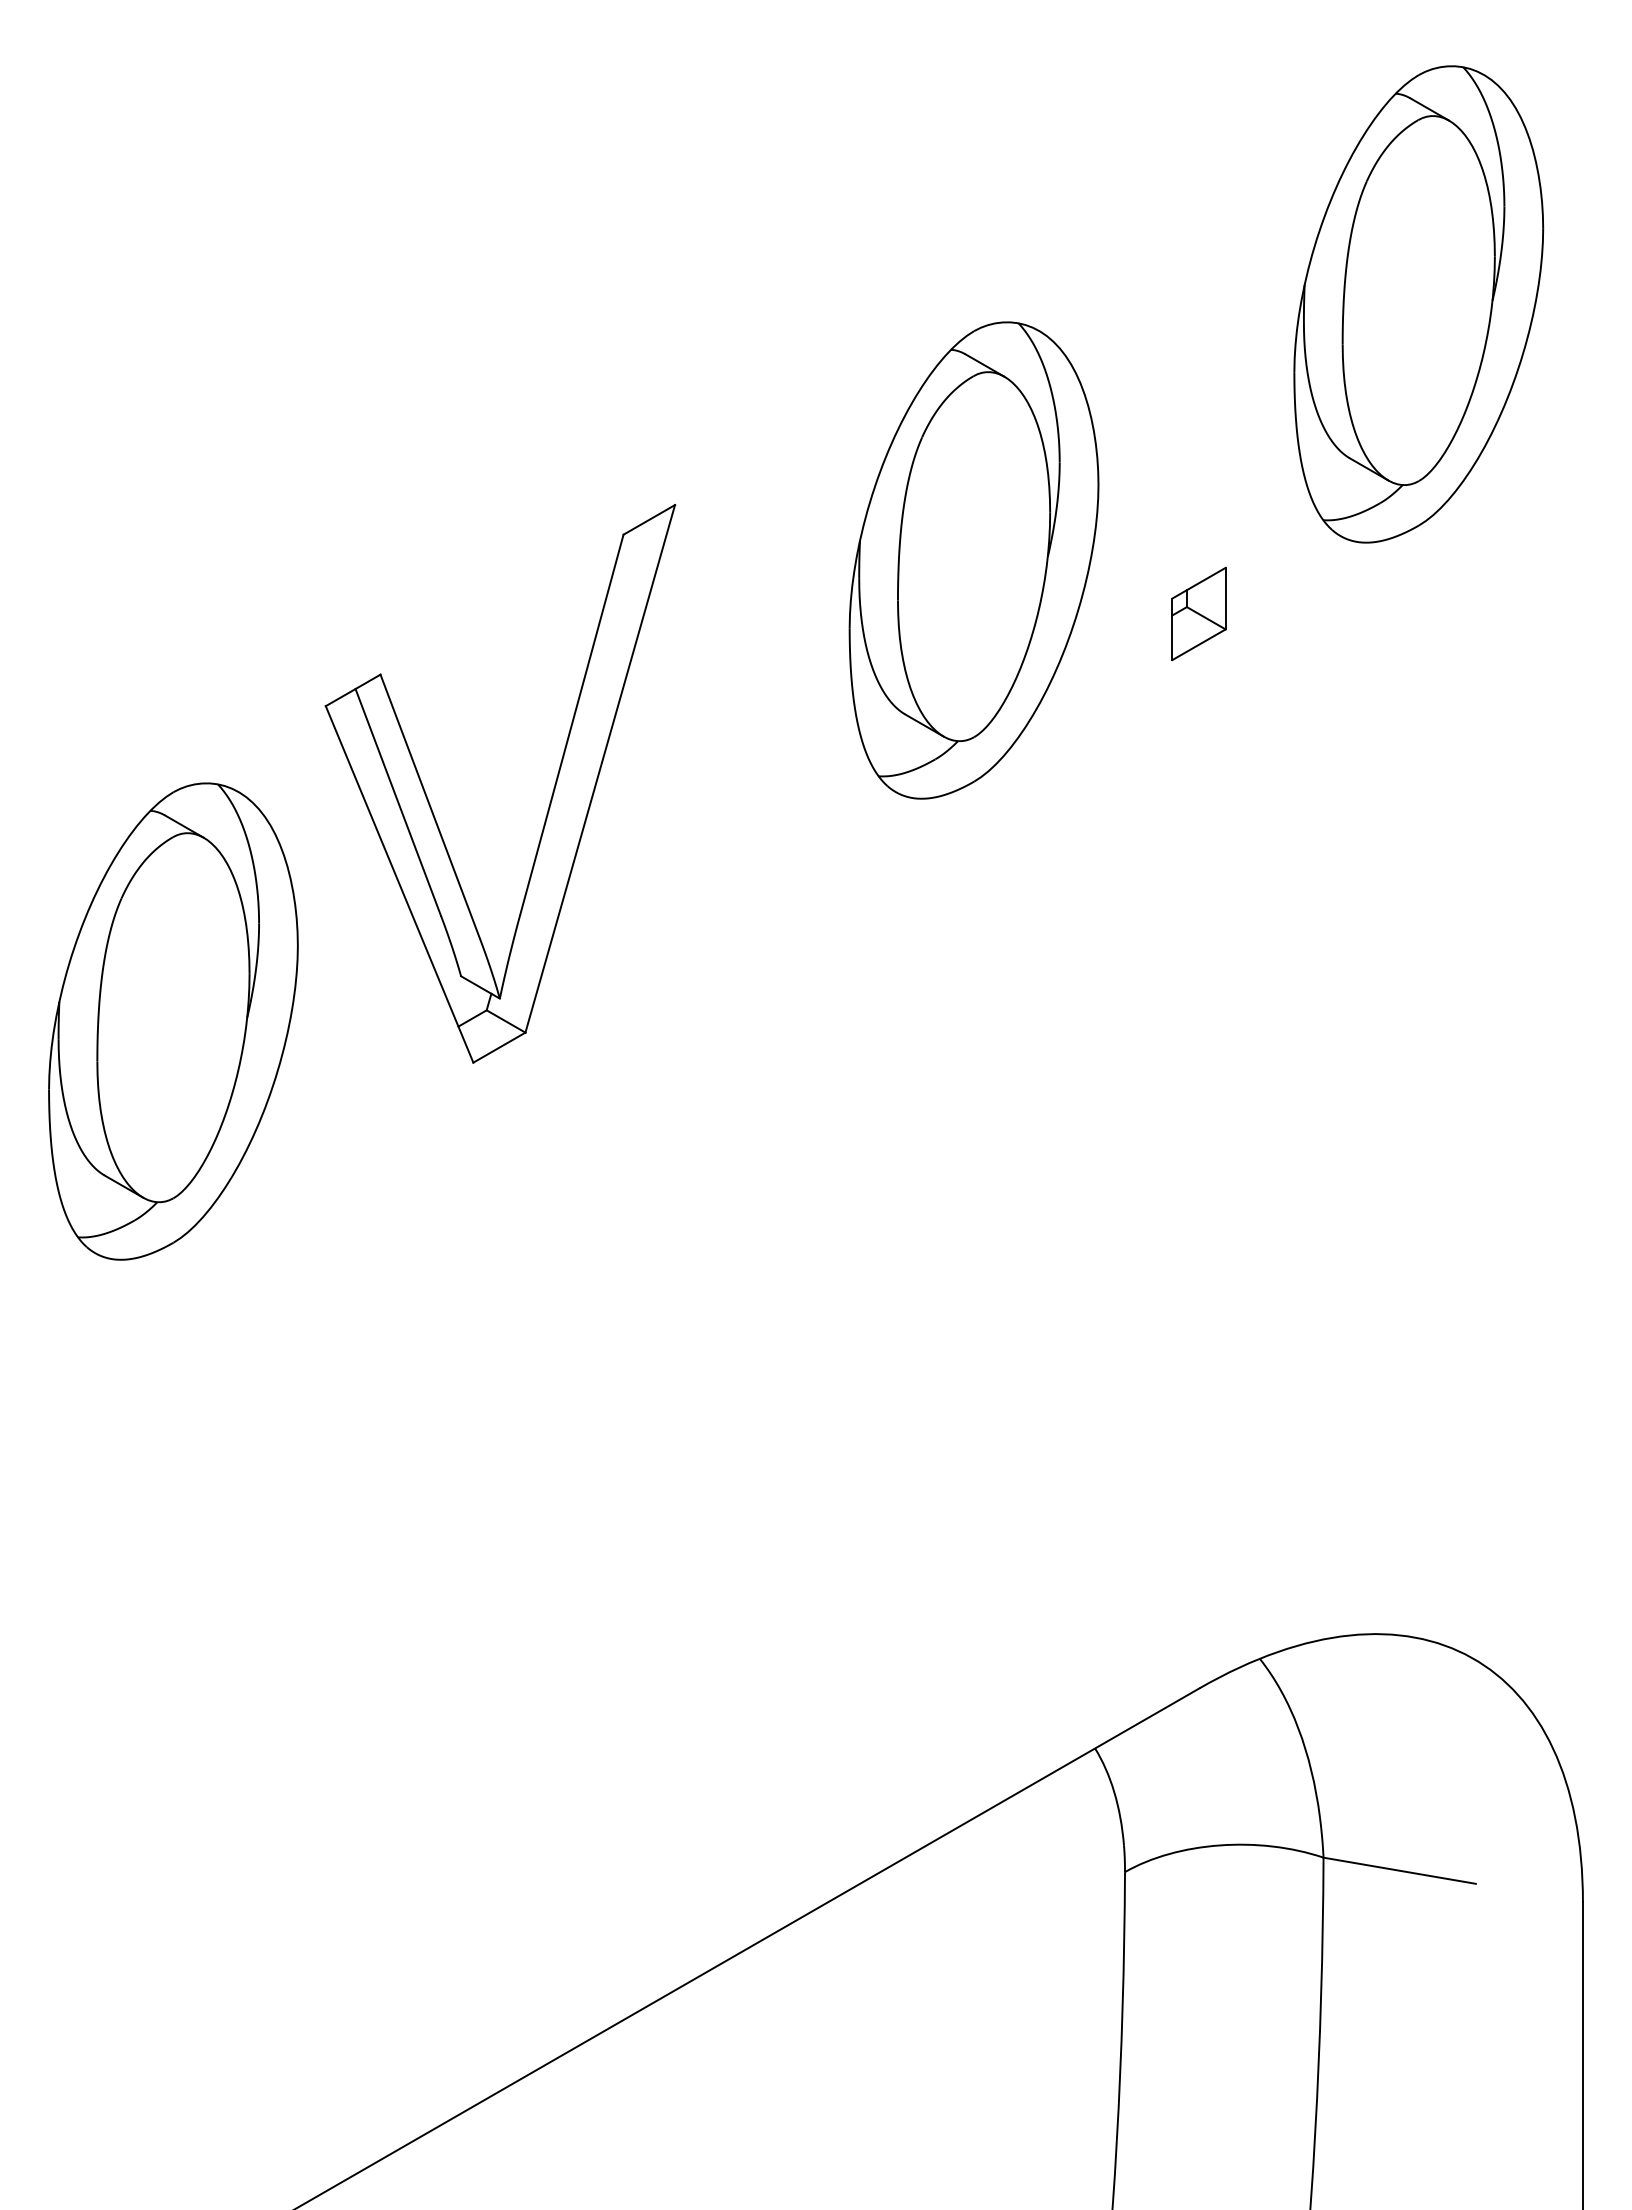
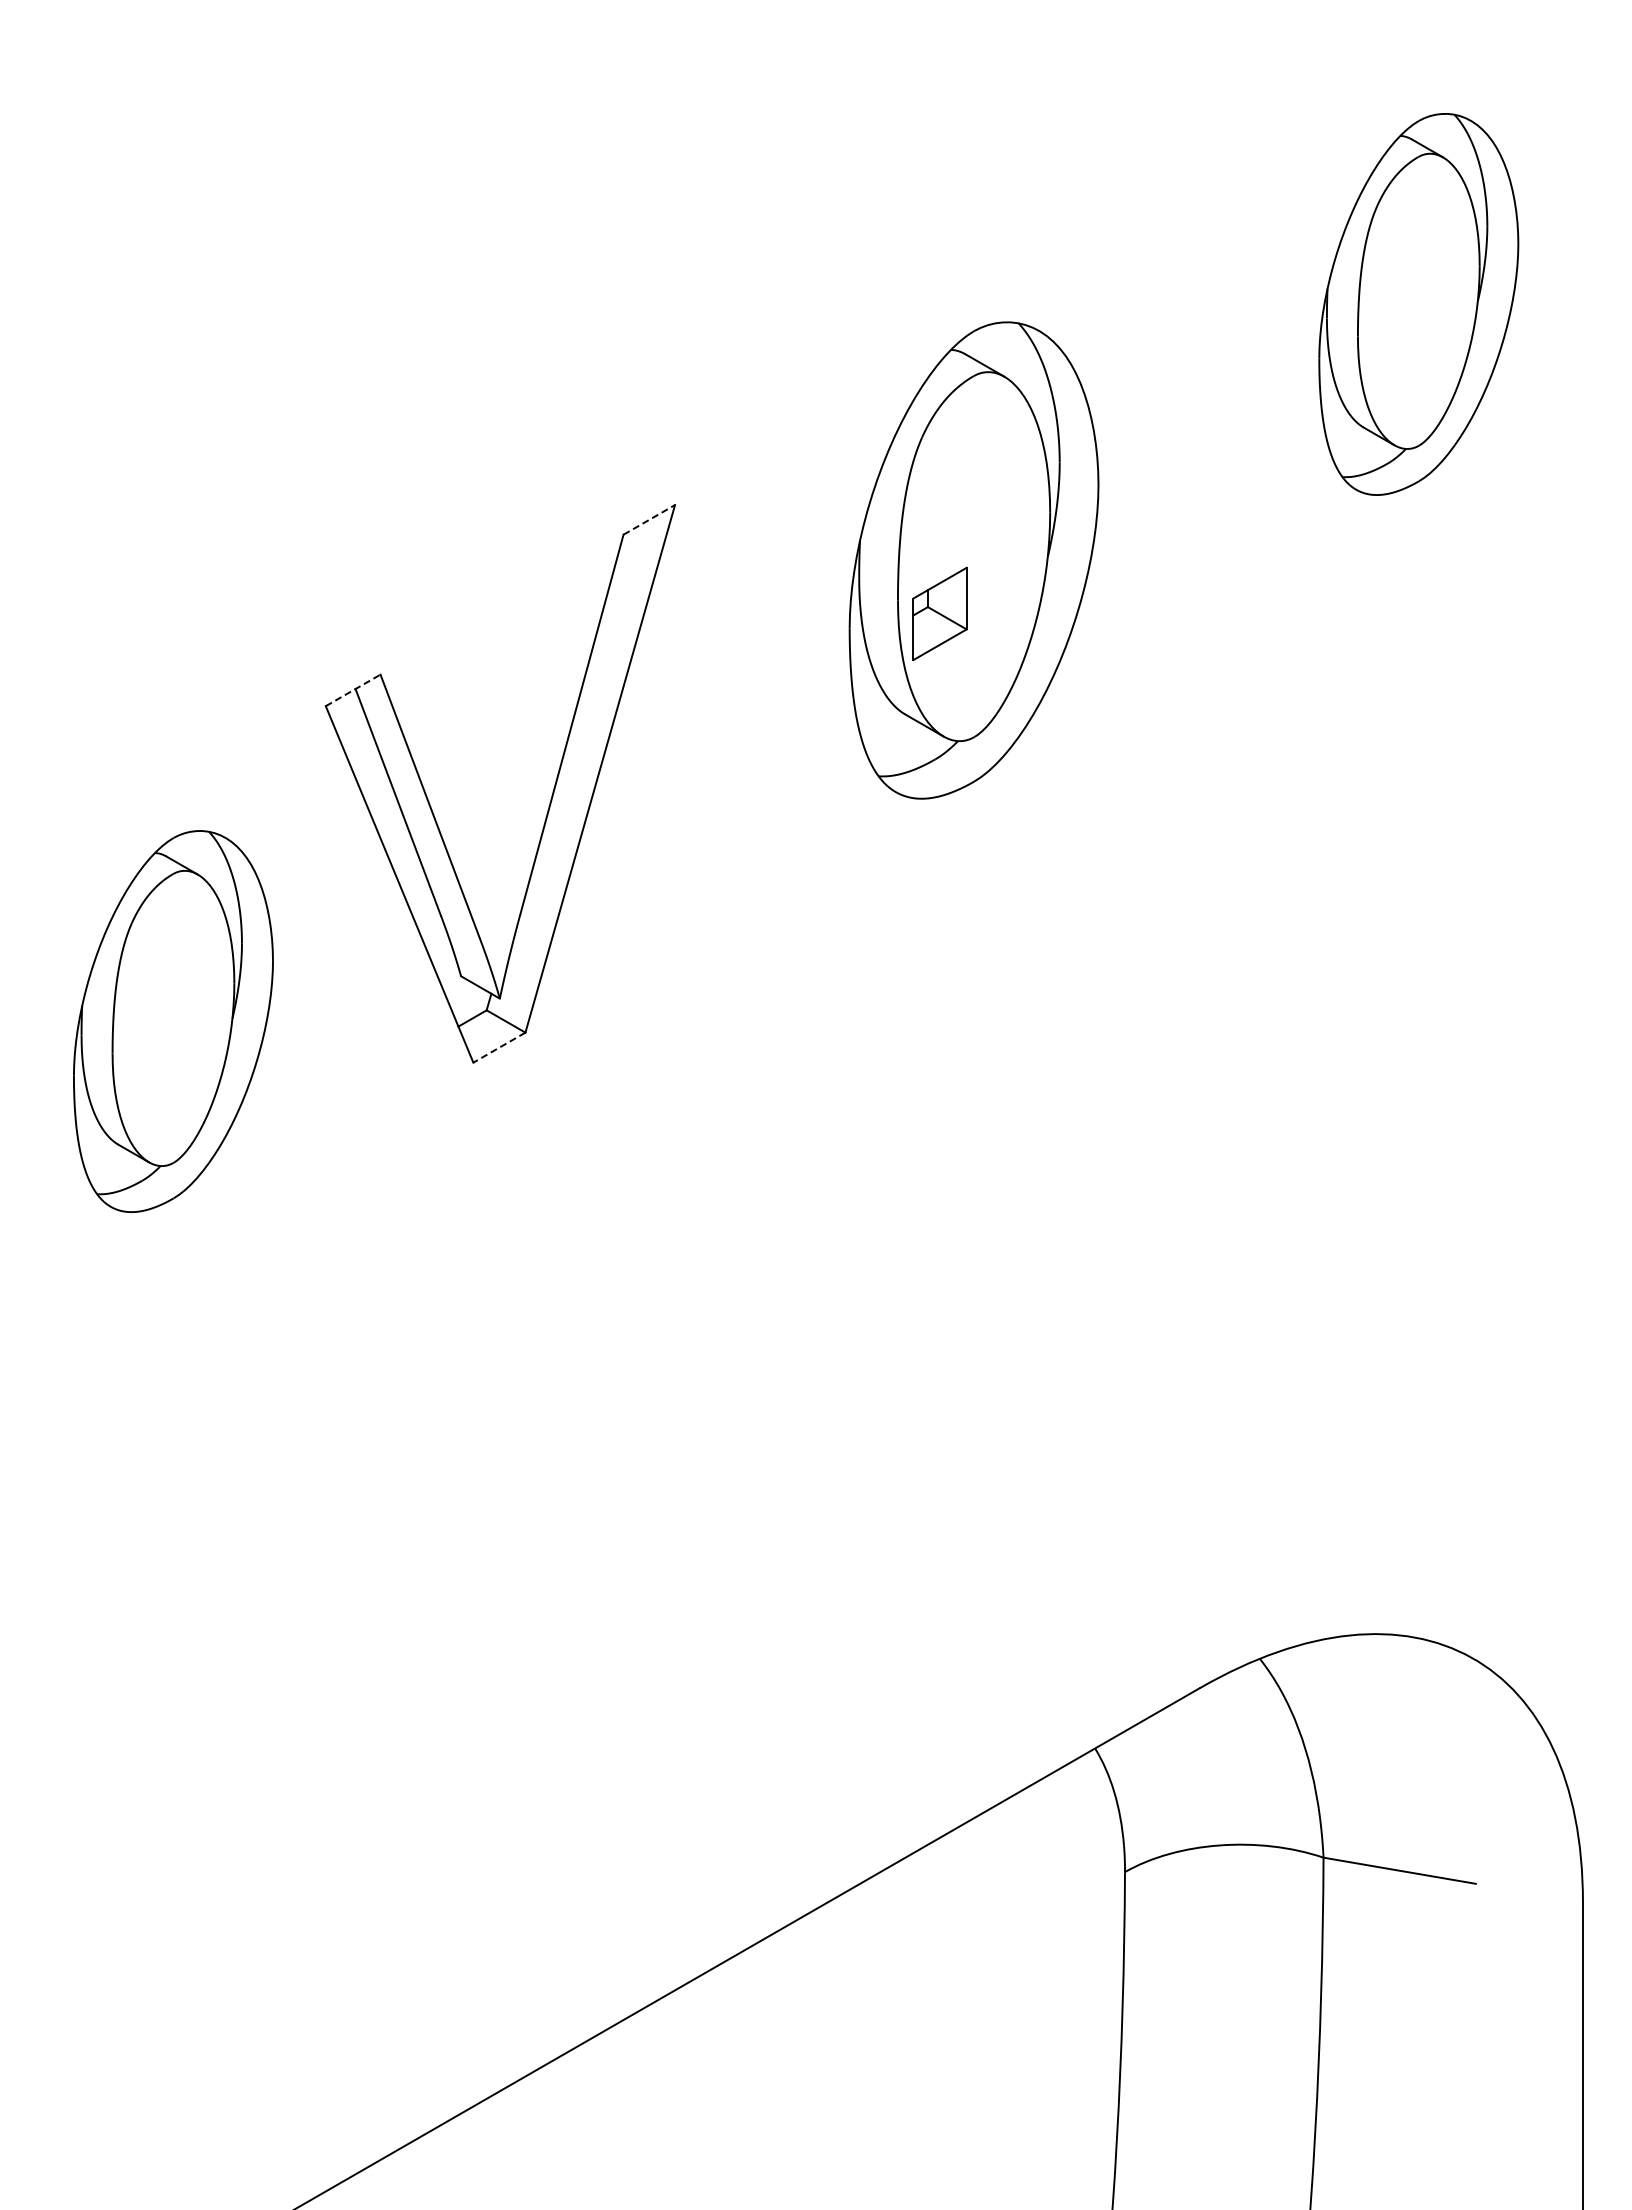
part at (1418, 304) size: 252x479 px -> 202x383 px
line at (649, 519): solid -> dashed
part at (1198, 613) position: (1198, 613) -> (939, 613)
line at (353, 690): solid -> dashed
part at (173, 1021) size: 251x479 px -> 201x383 px
line at (498, 1047): solid -> dashed
